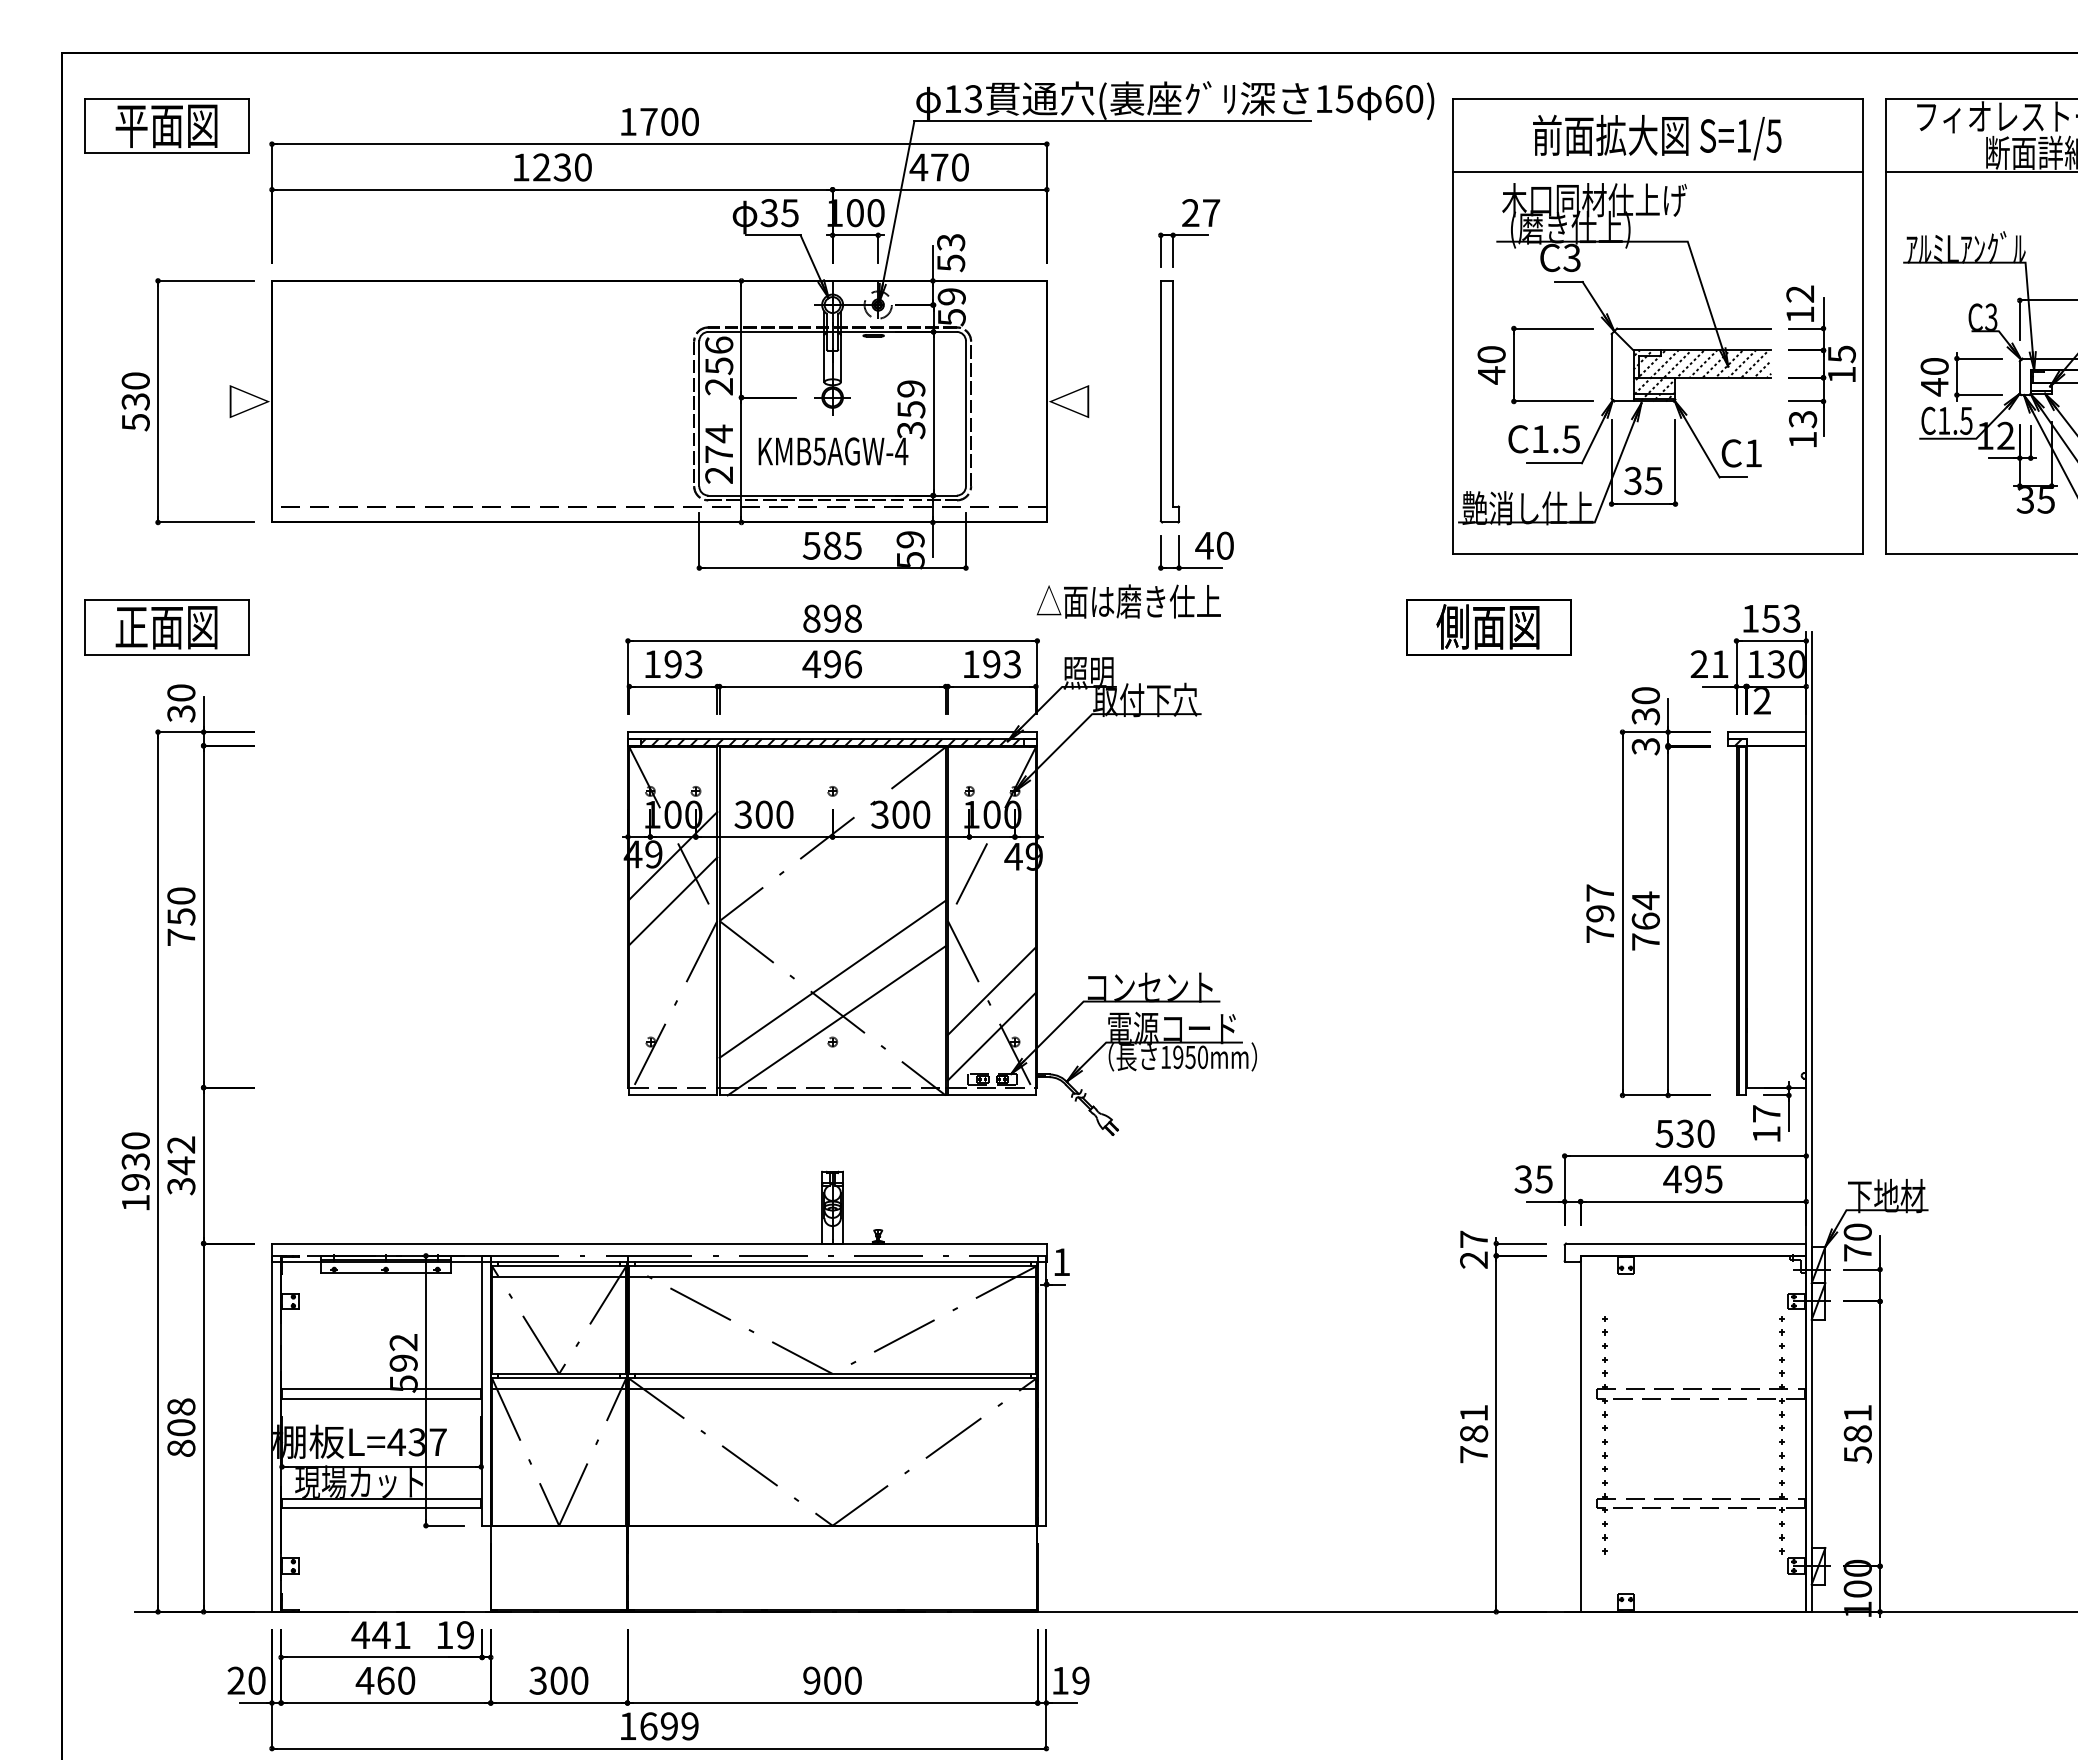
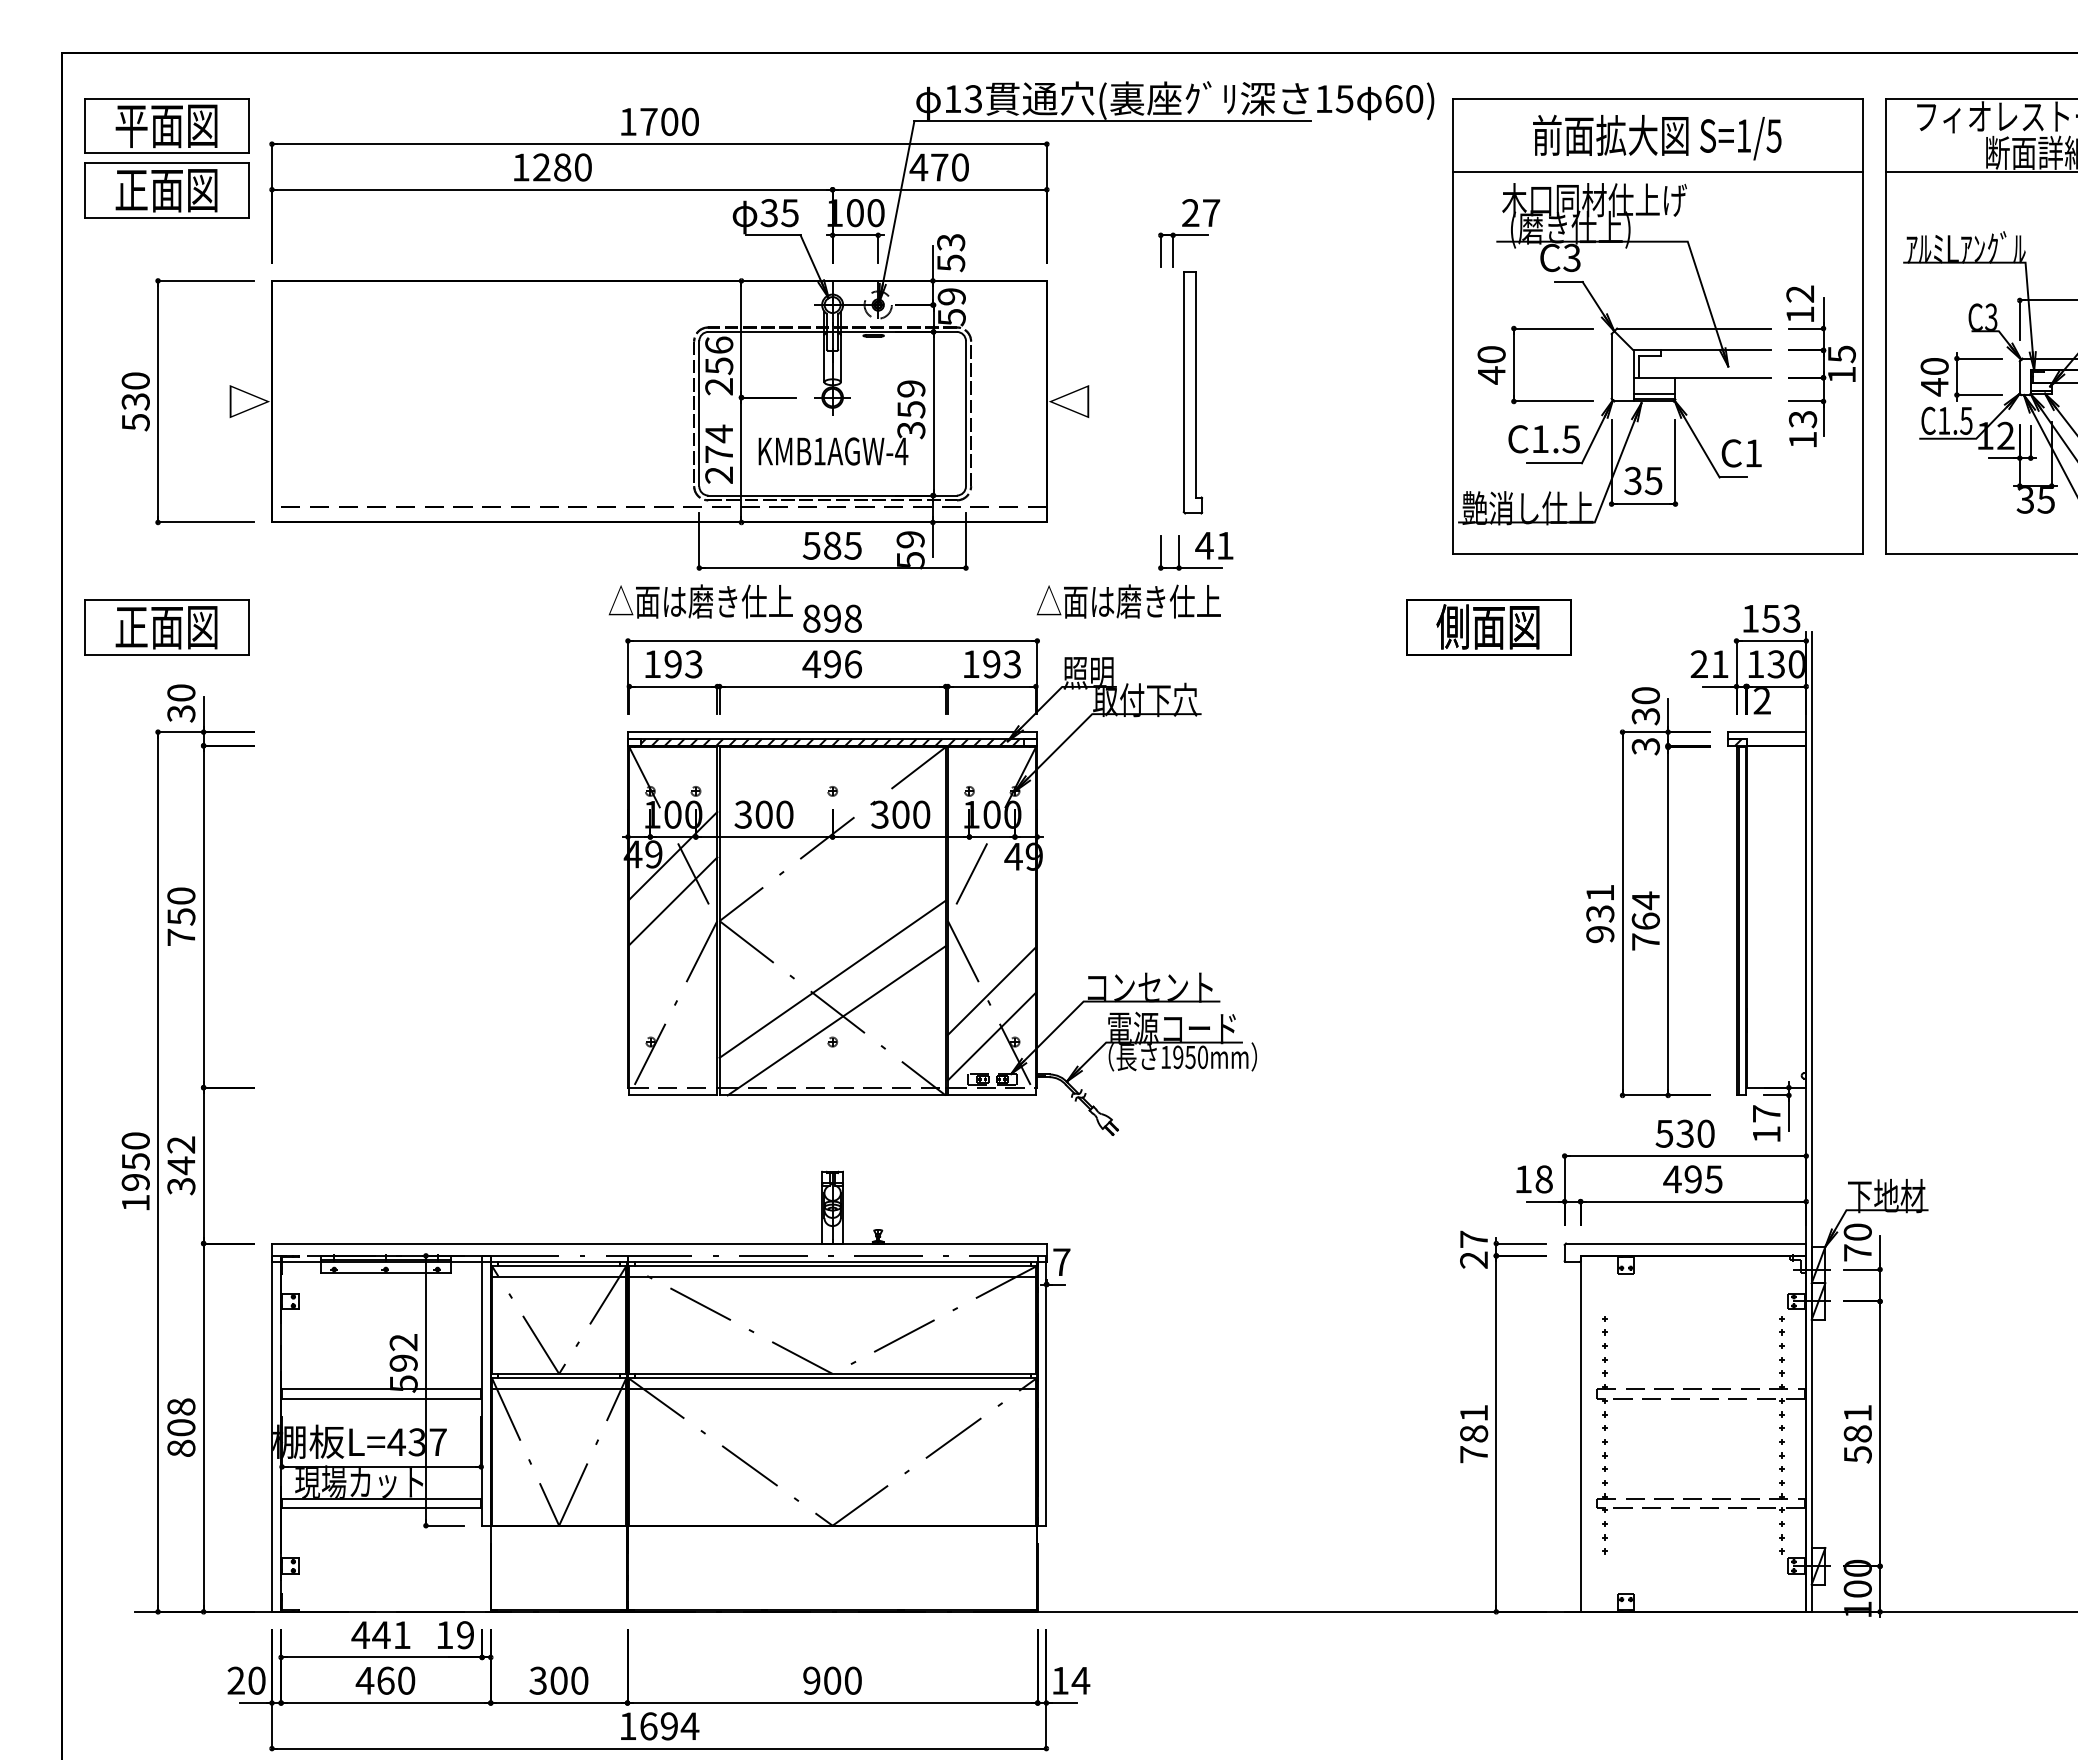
text at (562, 167): 1230 -> 1280
part at (166, 190): none -> present
hatch at (1702, 375): present -> none
part at (1169, 401) position: (1169, 401) -> (1192, 392)
text at (819, 451): KMB5AGW-4 -> KMB1AGW-4
text at (1225, 545): 40 -> 41
part at (700, 601): none -> present
text at (1600, 913): 797 -> 931
text at (135, 1161): 1930 -> 1950
text at (1533, 1179): 35 -> 18
text at (1061, 1261): 1 -> 7
text at (1080, 1680): 19 -> 14
text at (689, 1726): 1699 -> 1694
